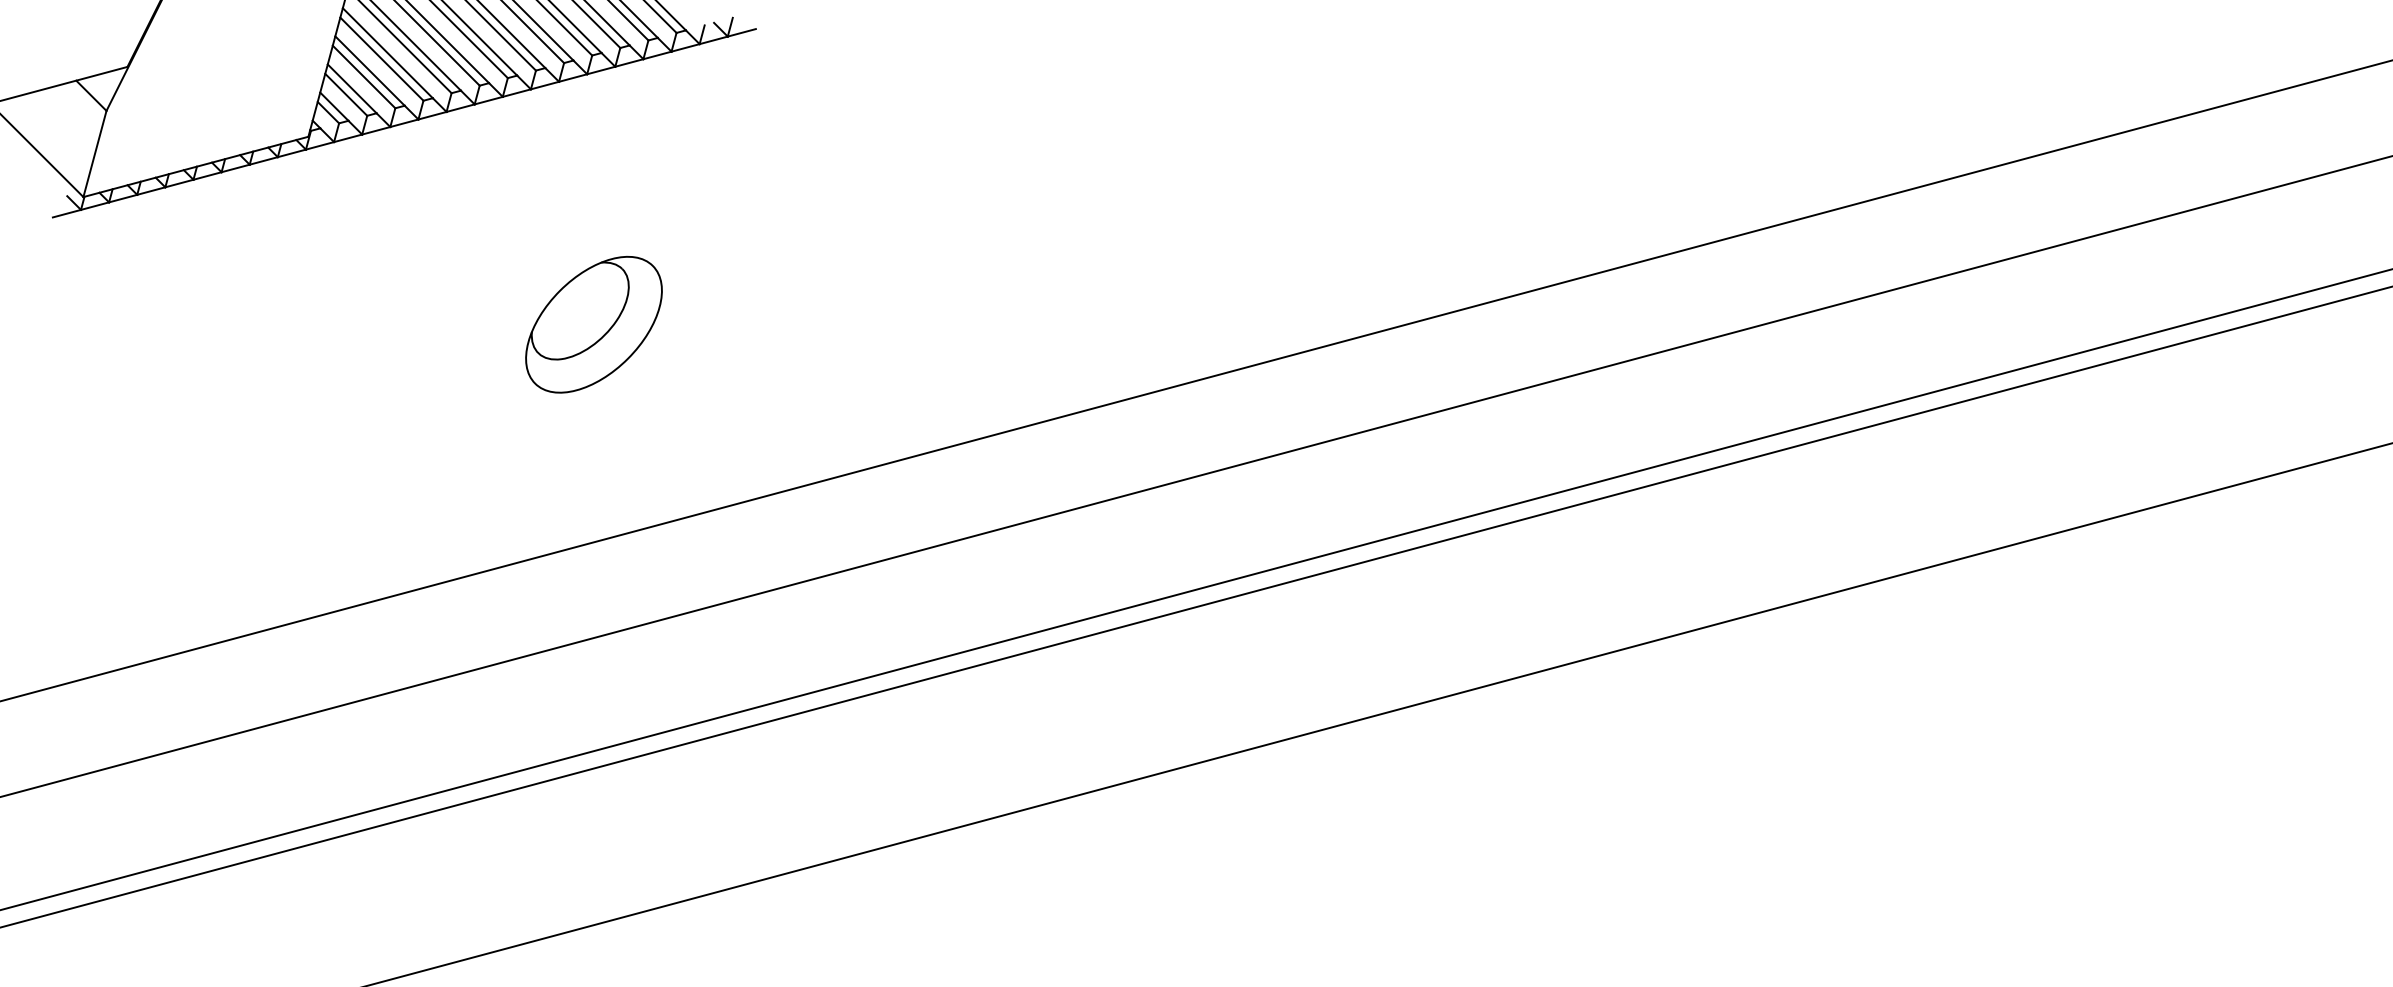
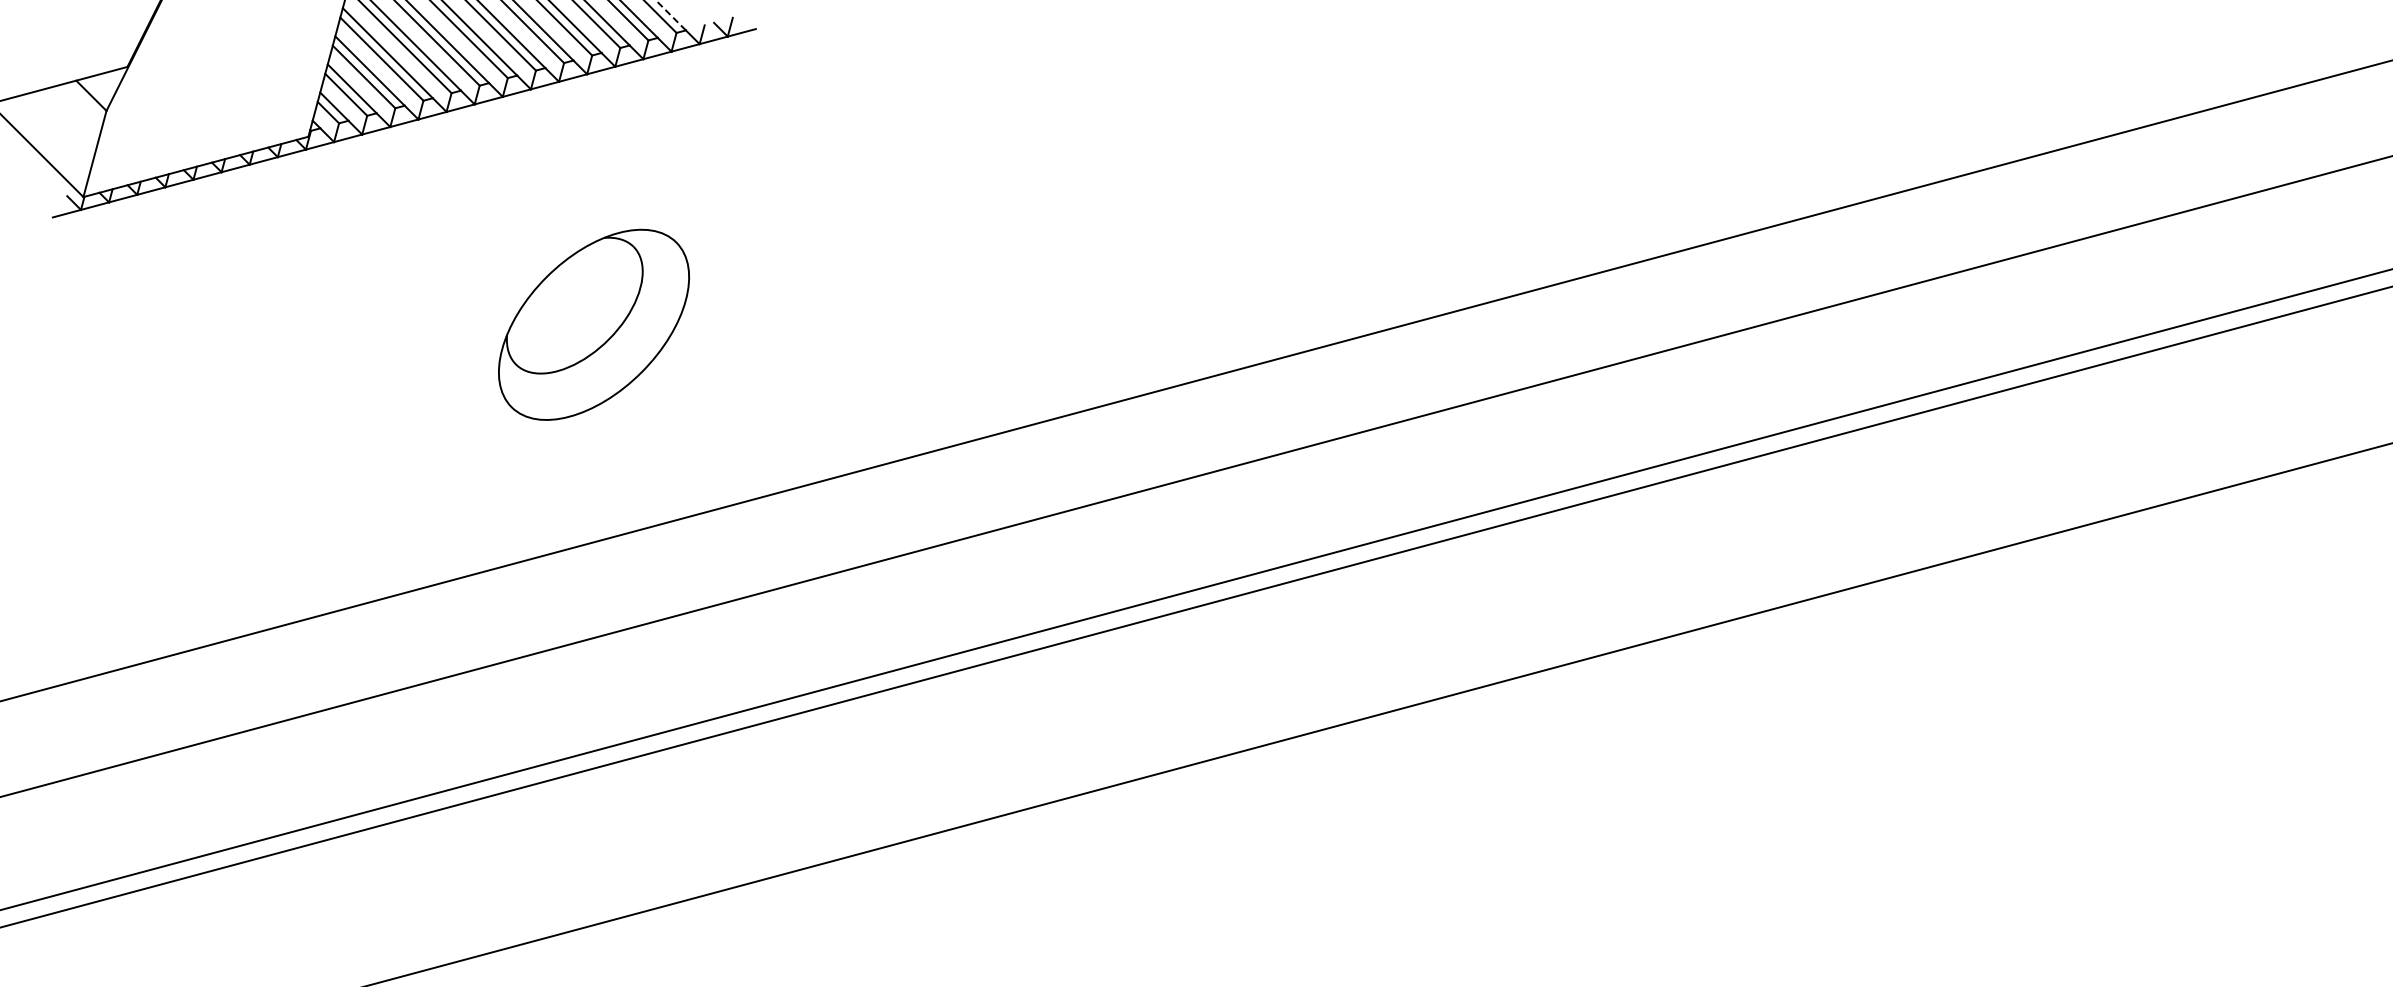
line at (670, 14): solid -> dashed
part at (593, 324) size: 138x139 px -> 192x193 px
